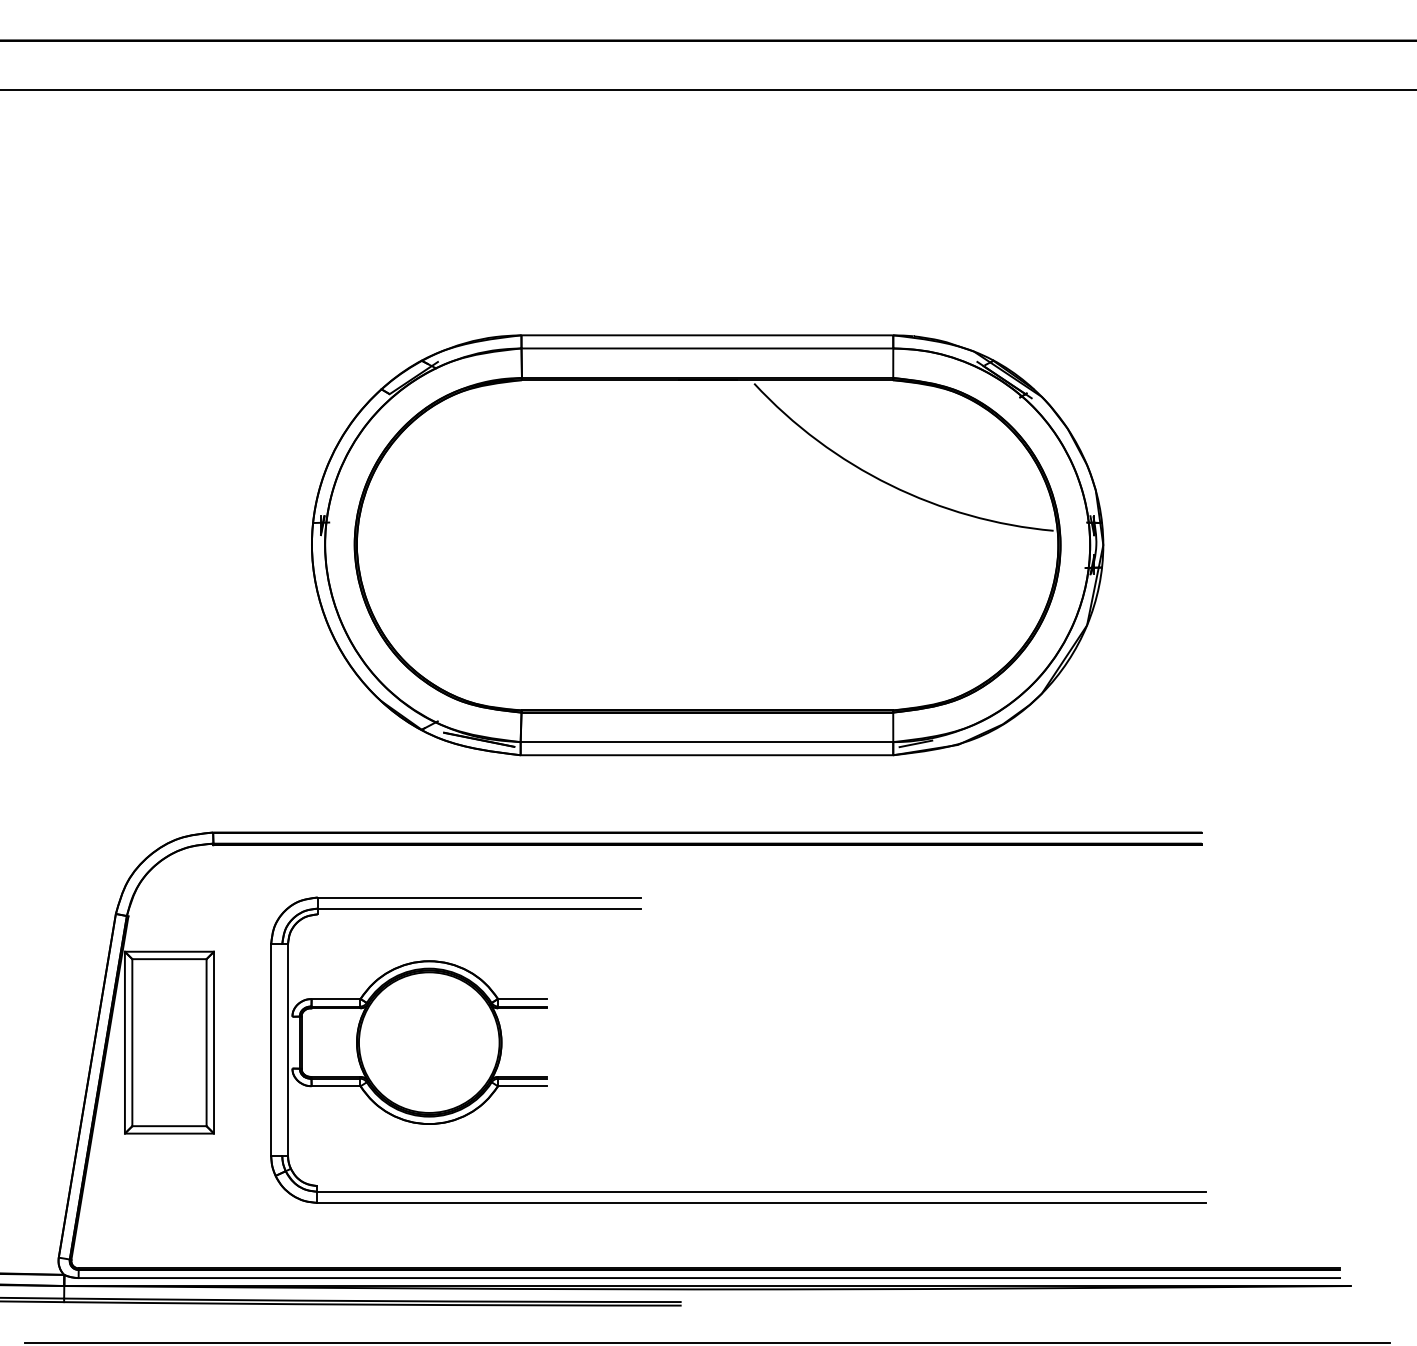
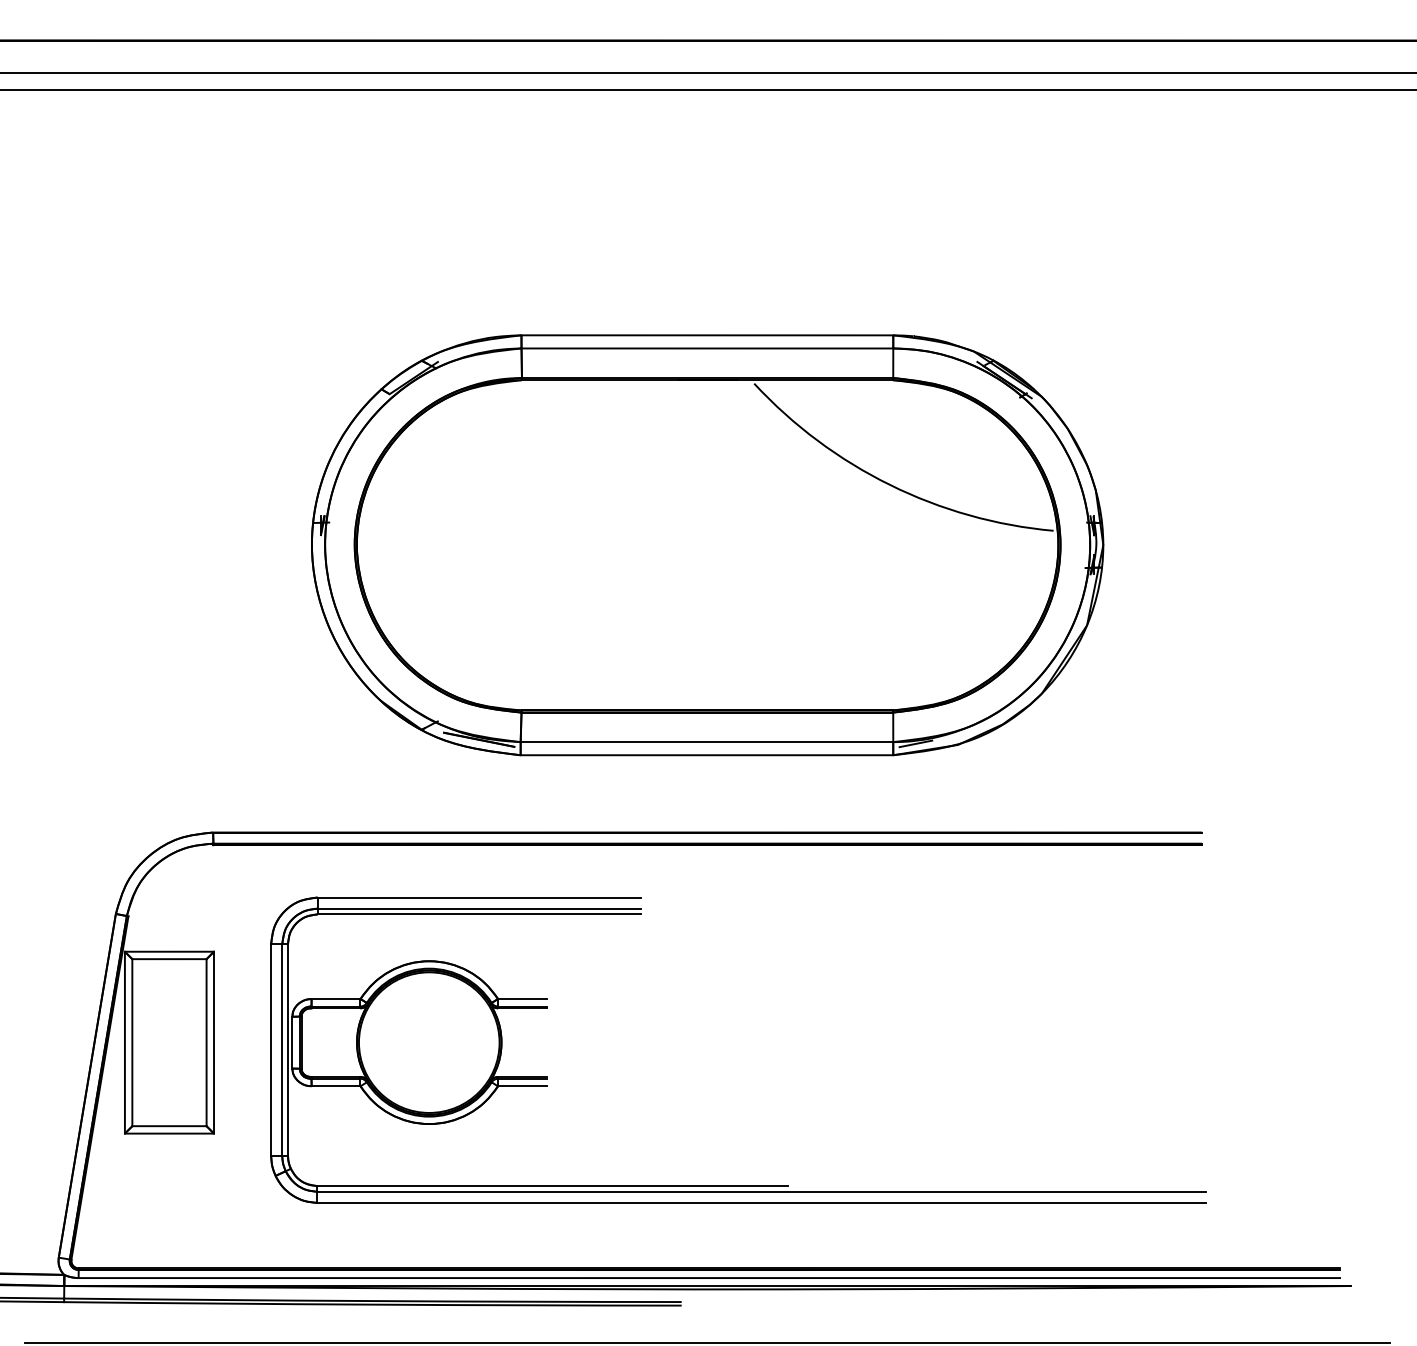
line at (707, 72): none -> present
line at (478, 914): none -> present
line at (292, 1042): none -> present
line at (282, 1050): none -> present
line at (552, 1186): none -> present
